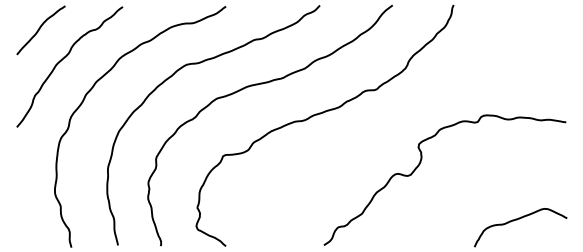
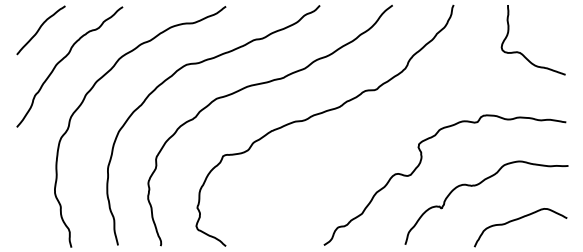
curve at (521, 52): none -> present
curve at (478, 185): none -> present
